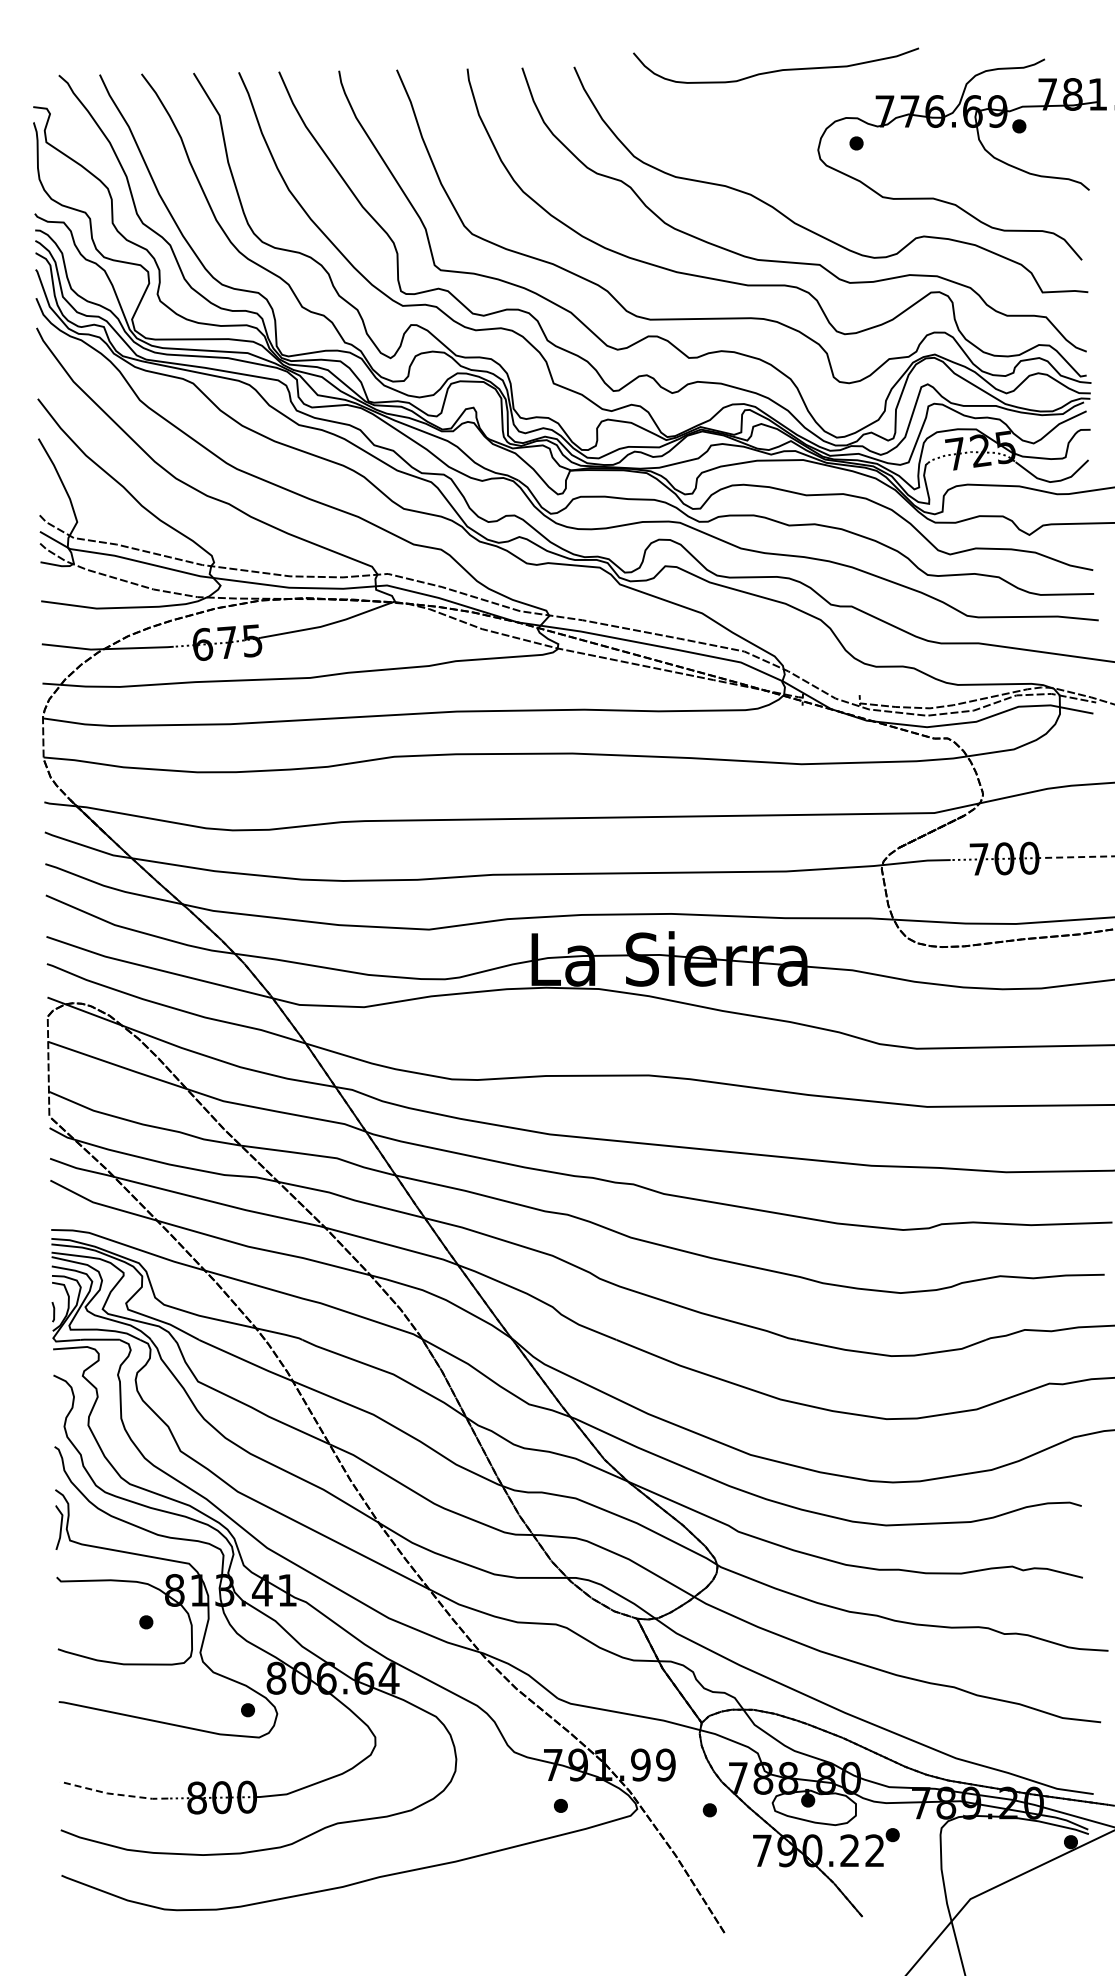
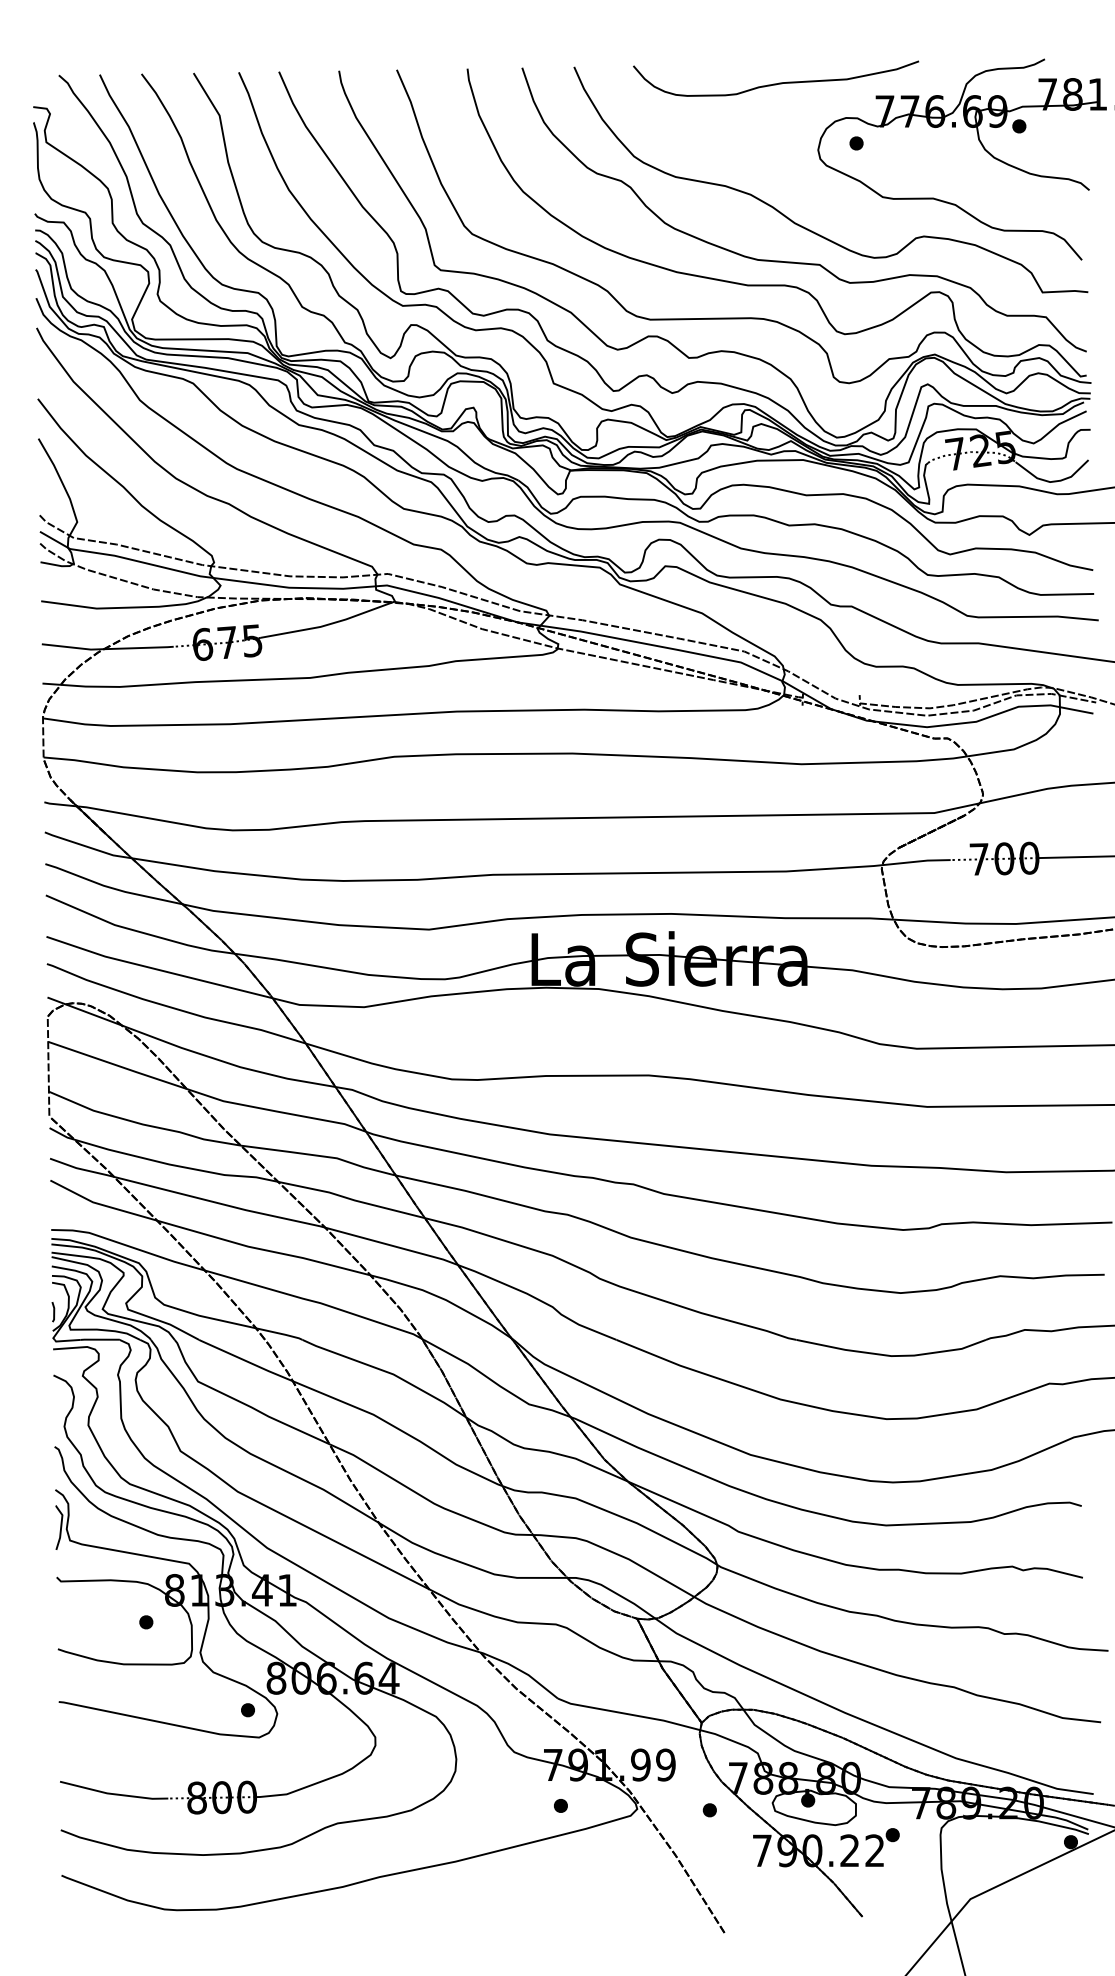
curve at (778, 69) position: (778, 69) -> (778, 82)
line at (1076, 857): dashed -> solid
line at (113, 1794): dashed -> solid
